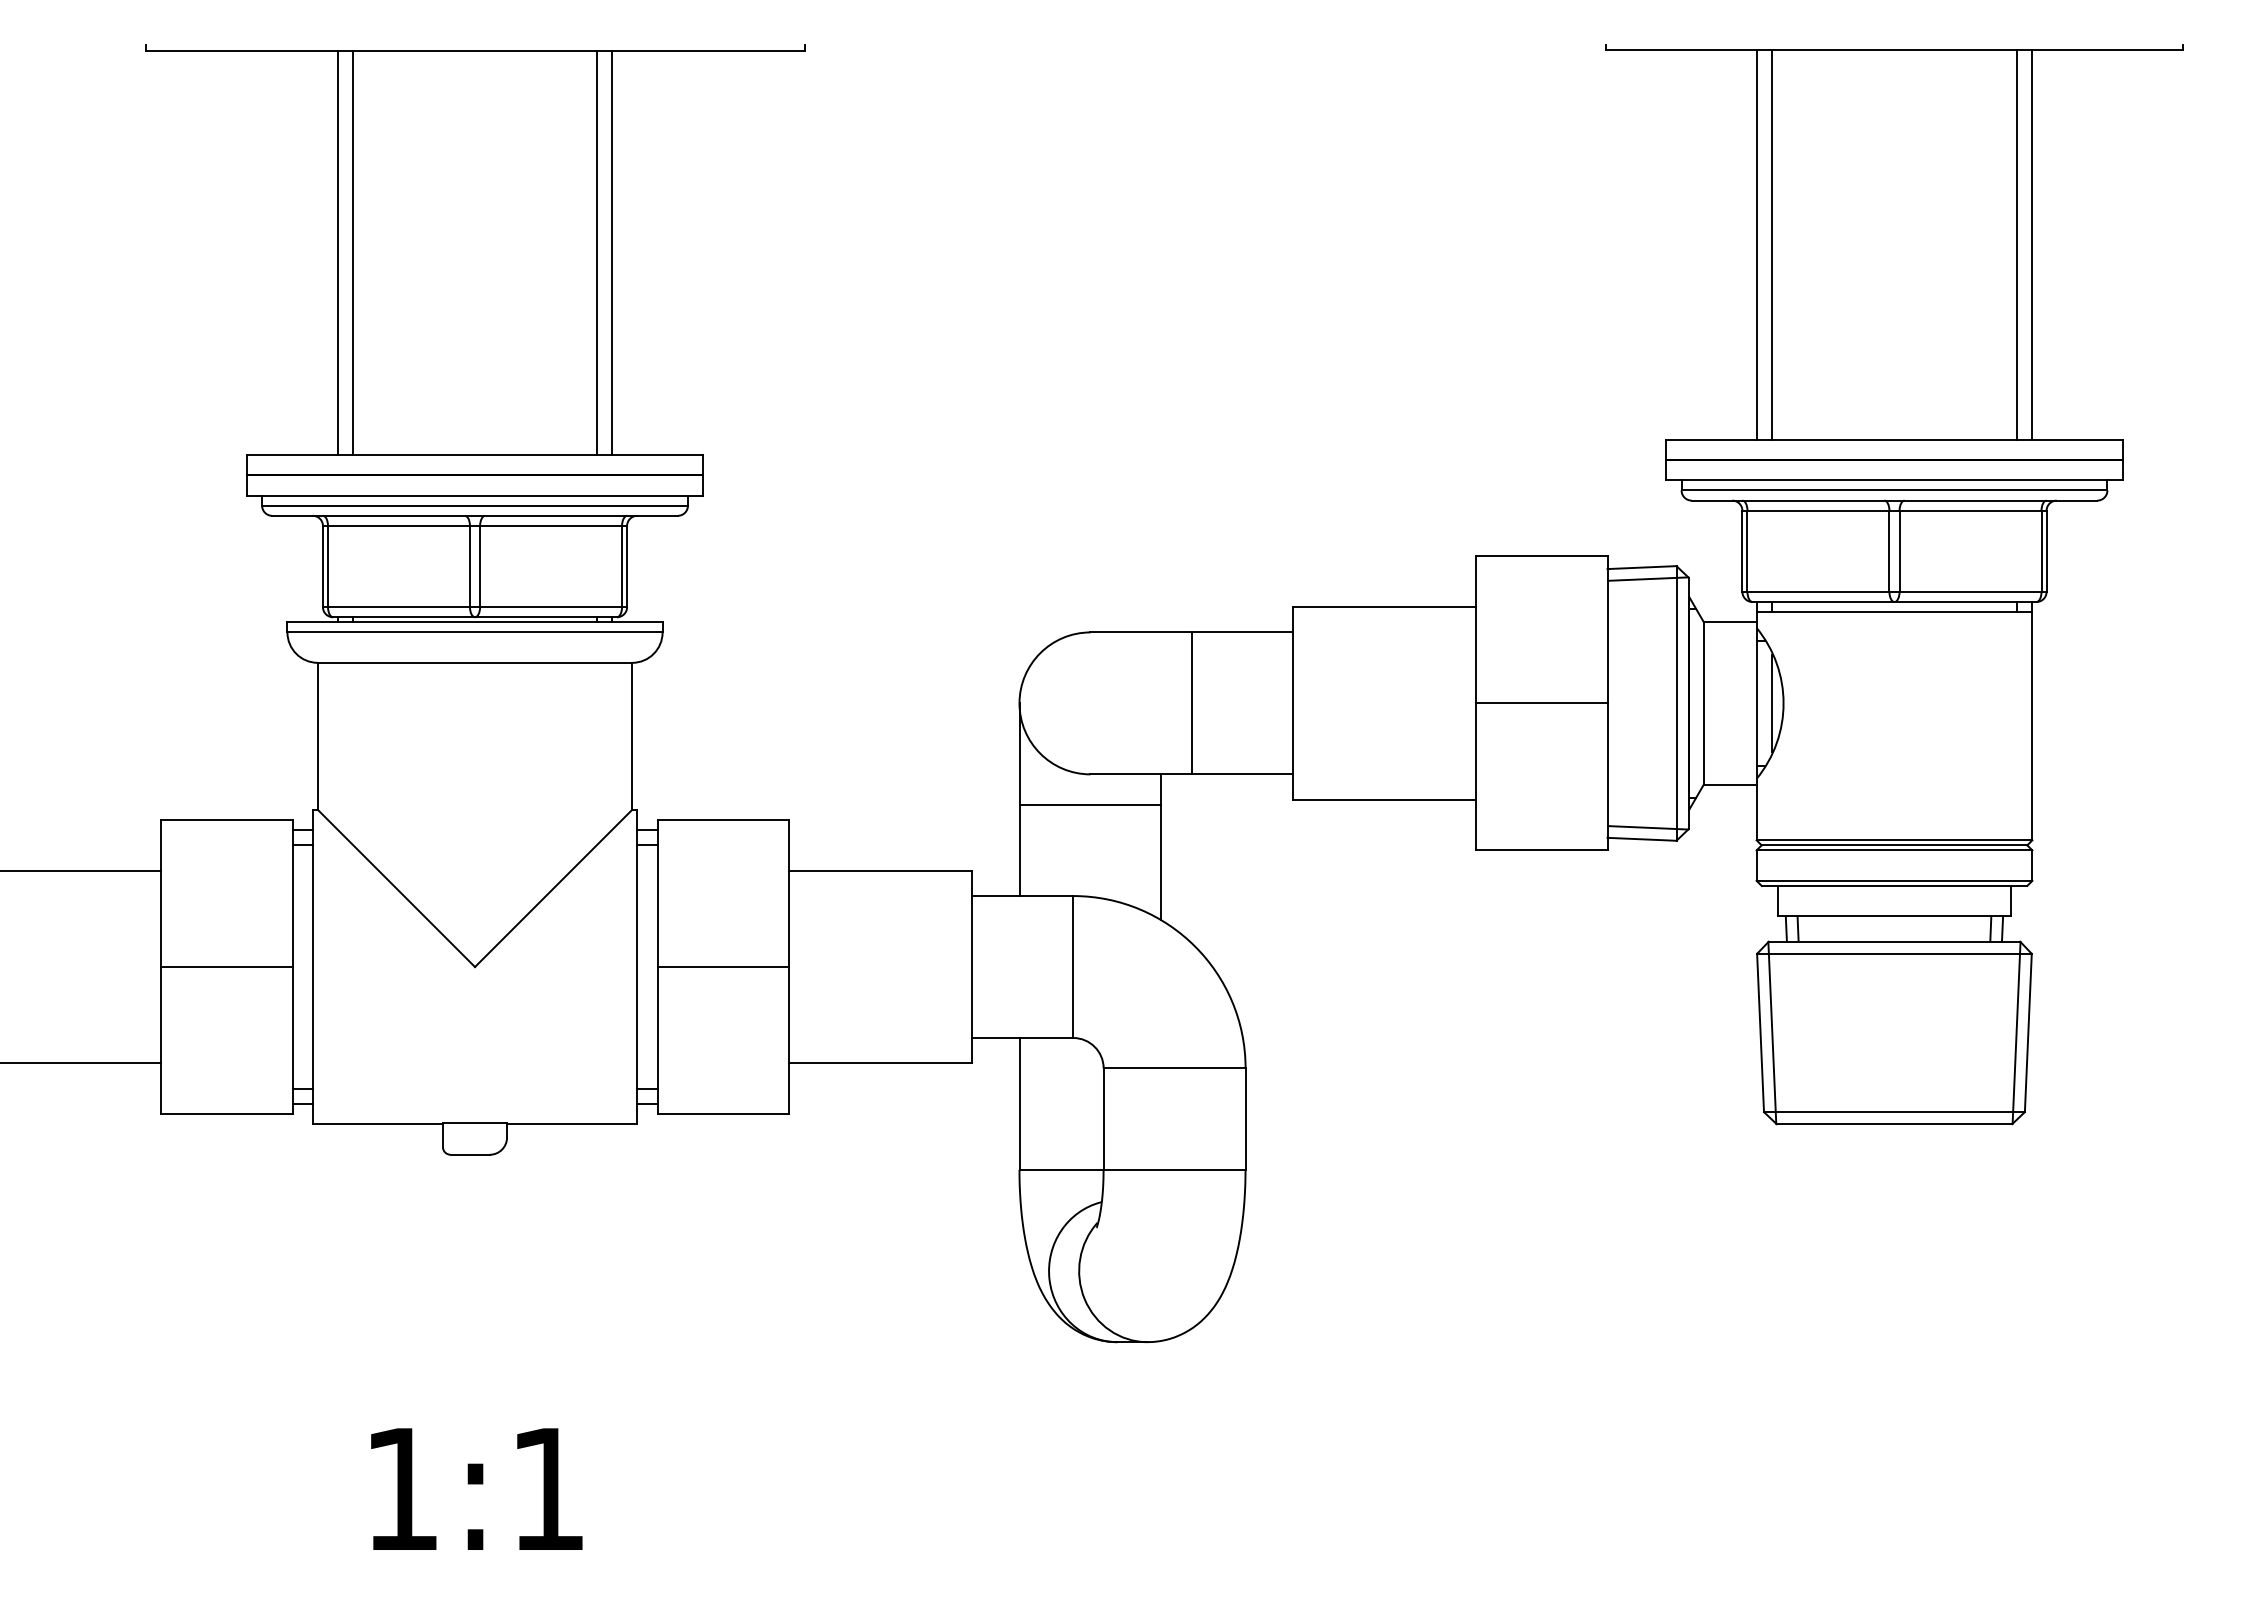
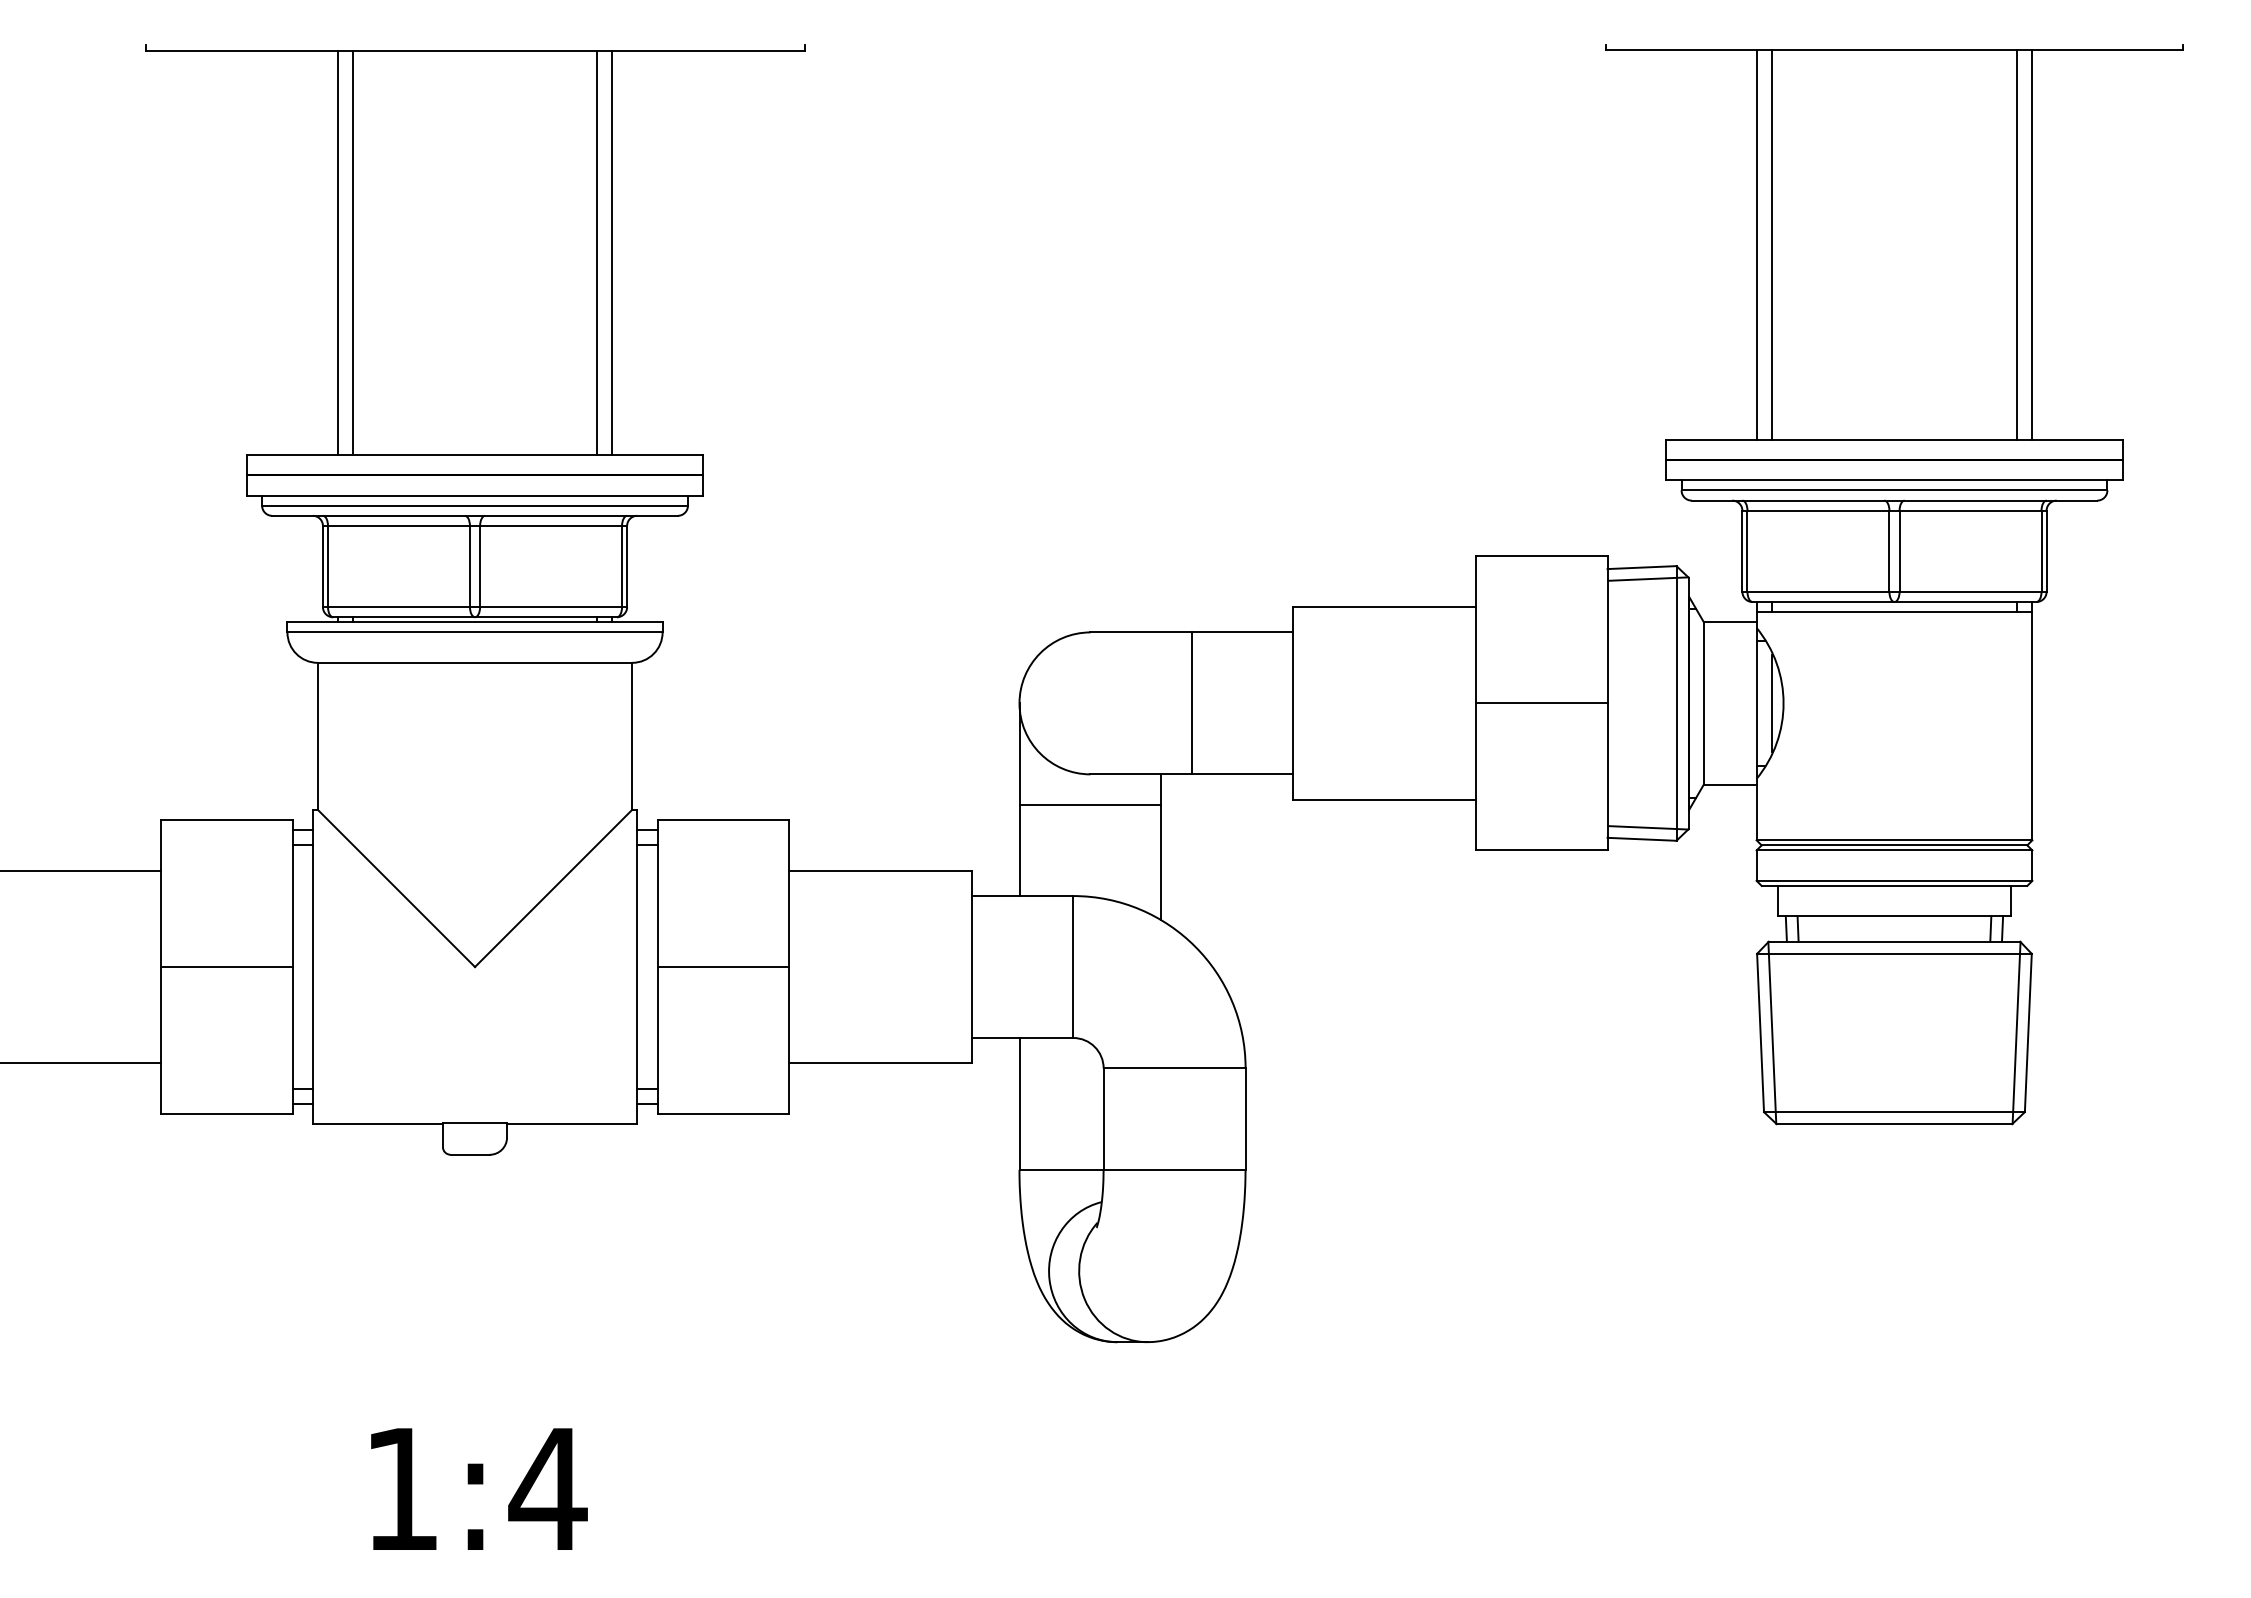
text at (547, 1488): 1:1 -> 1:4
